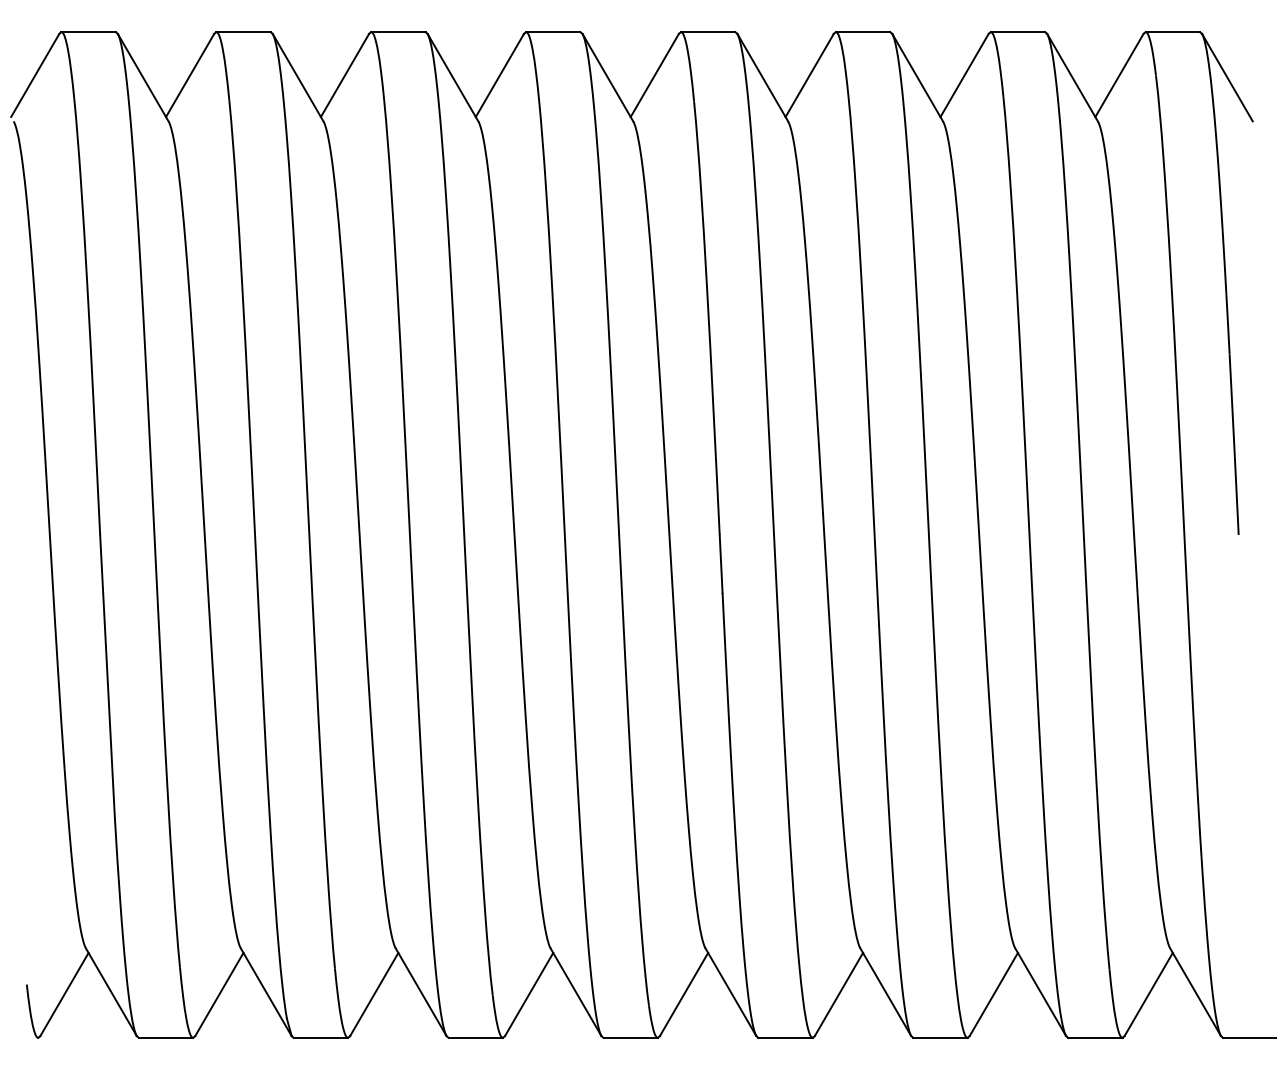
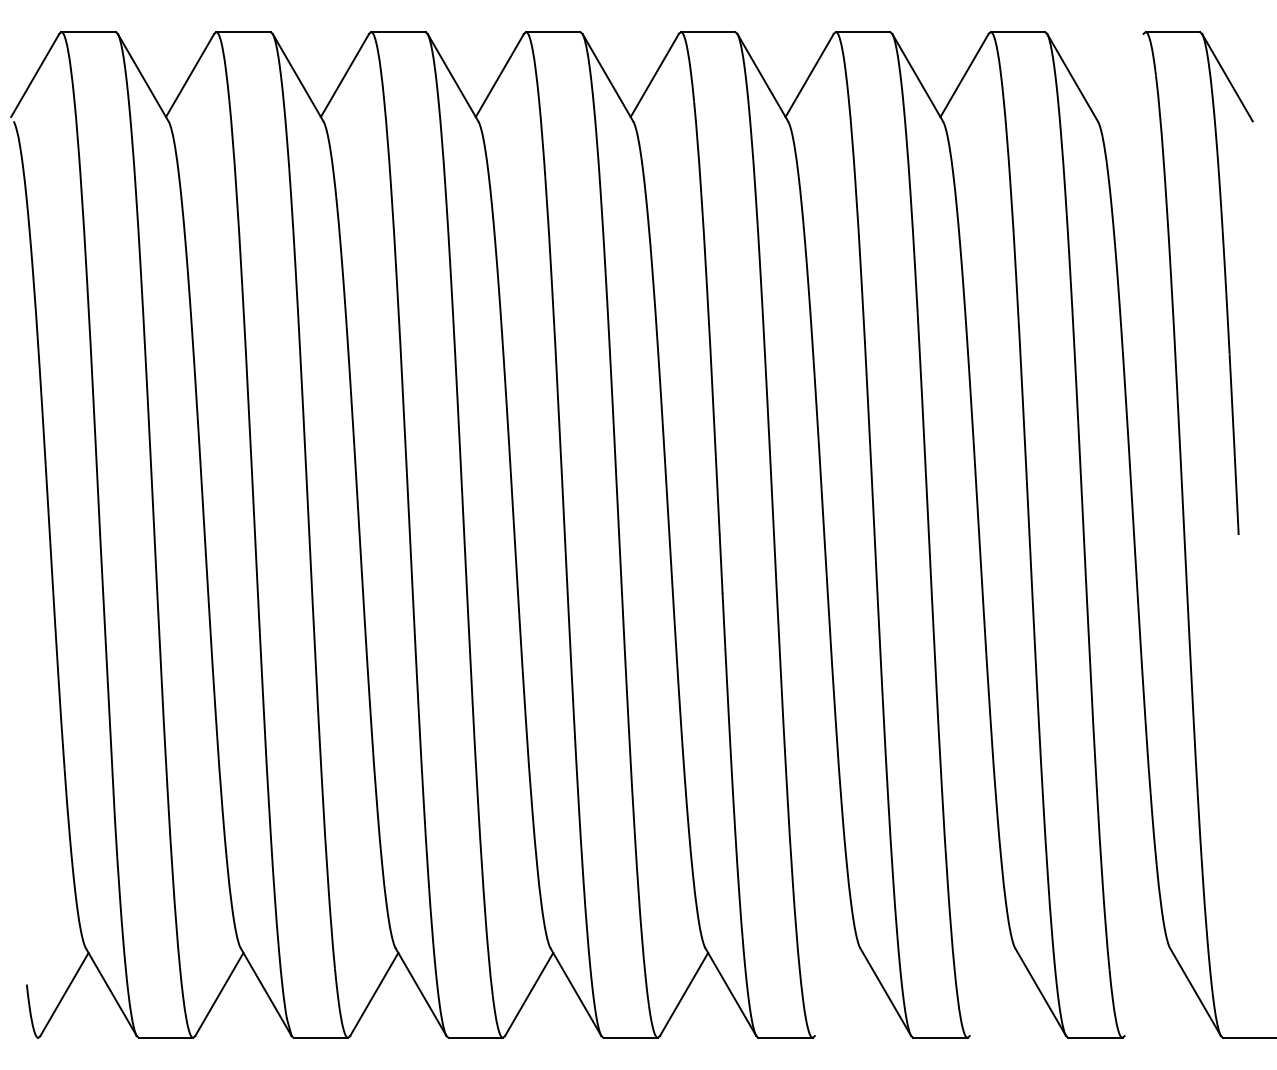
line at (1119, 75): present -> none
line at (838, 994): present -> none
line at (993, 994): present -> none
line at (1148, 994): present -> none
